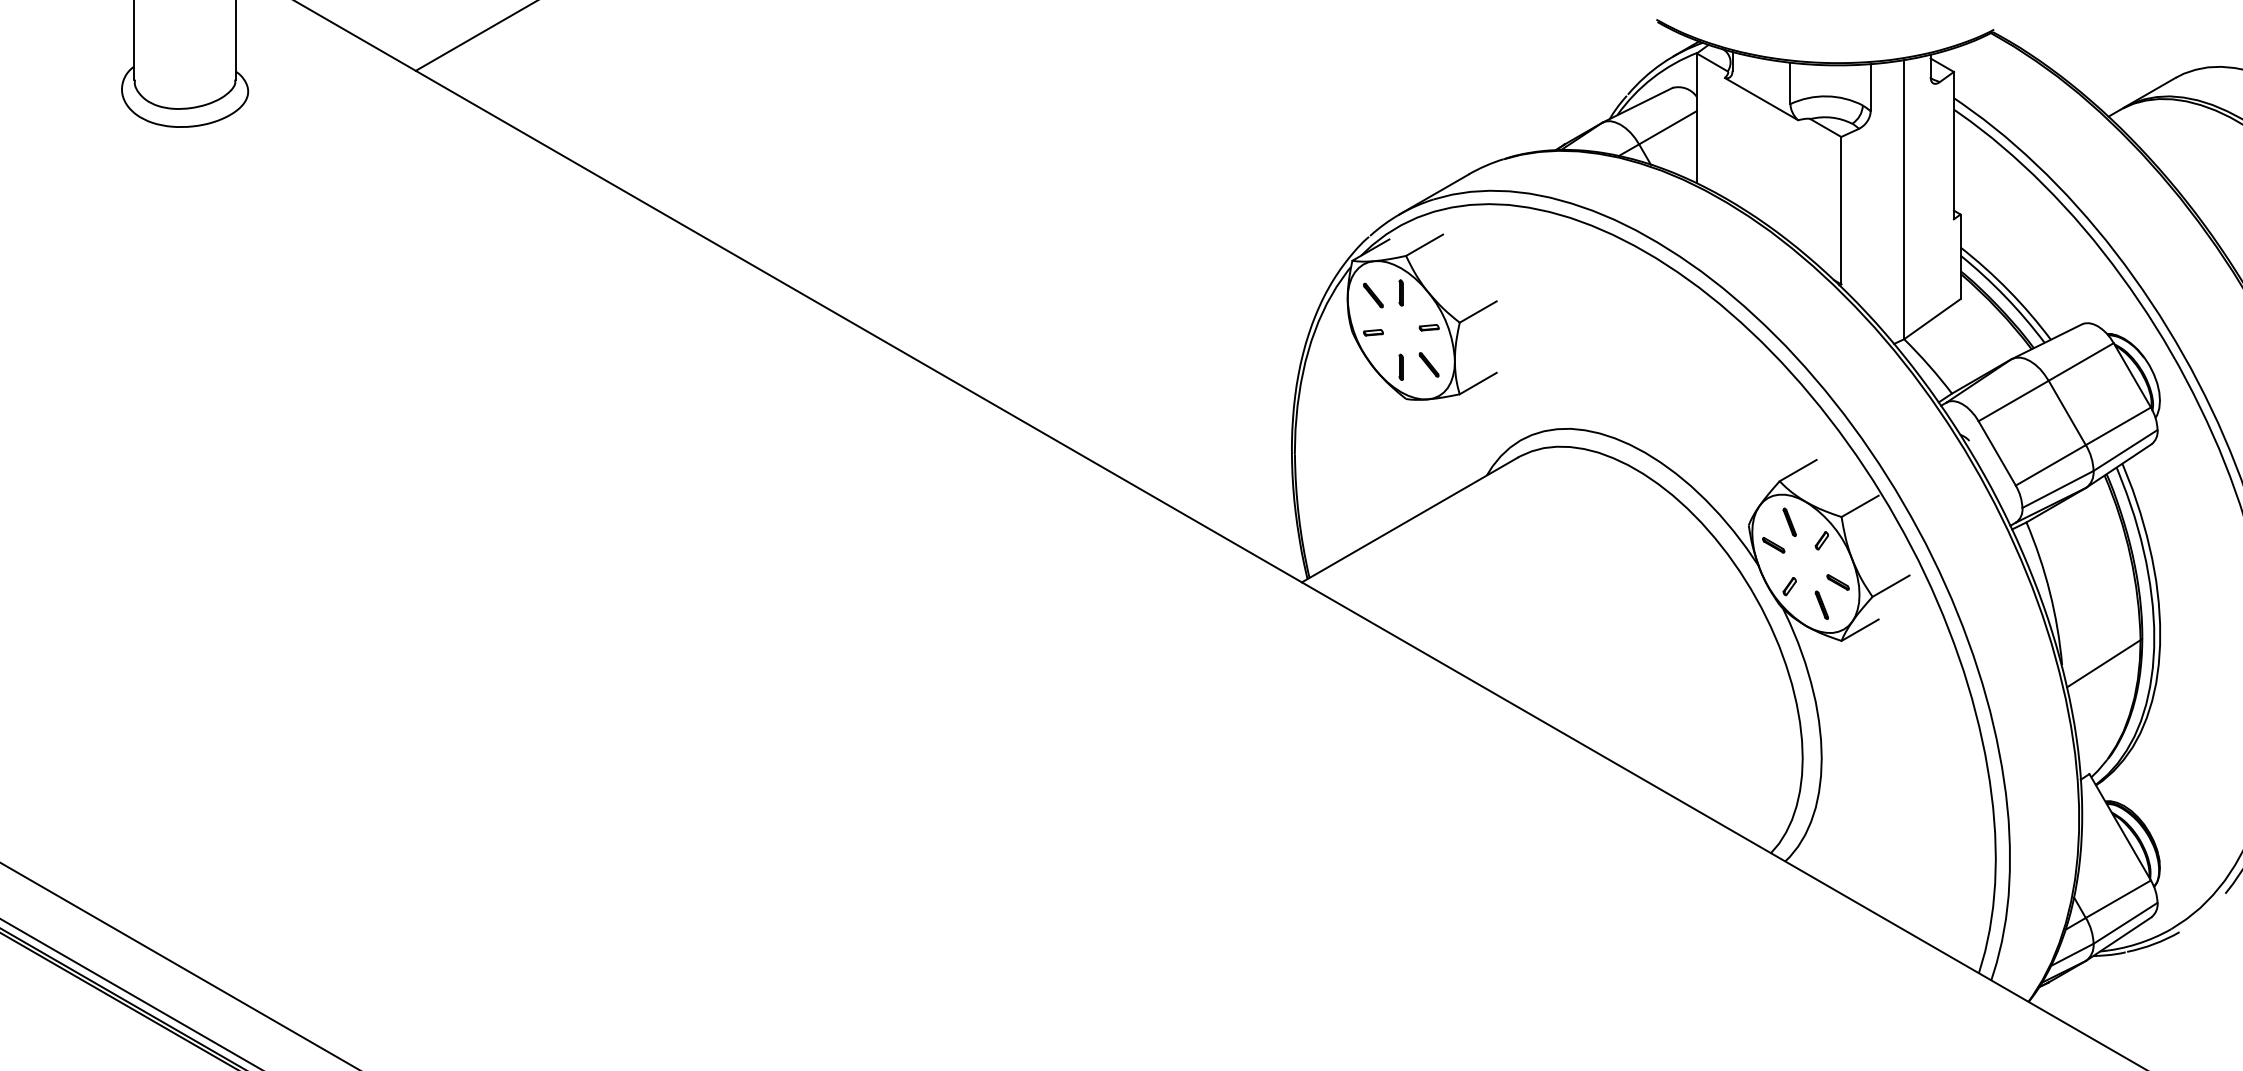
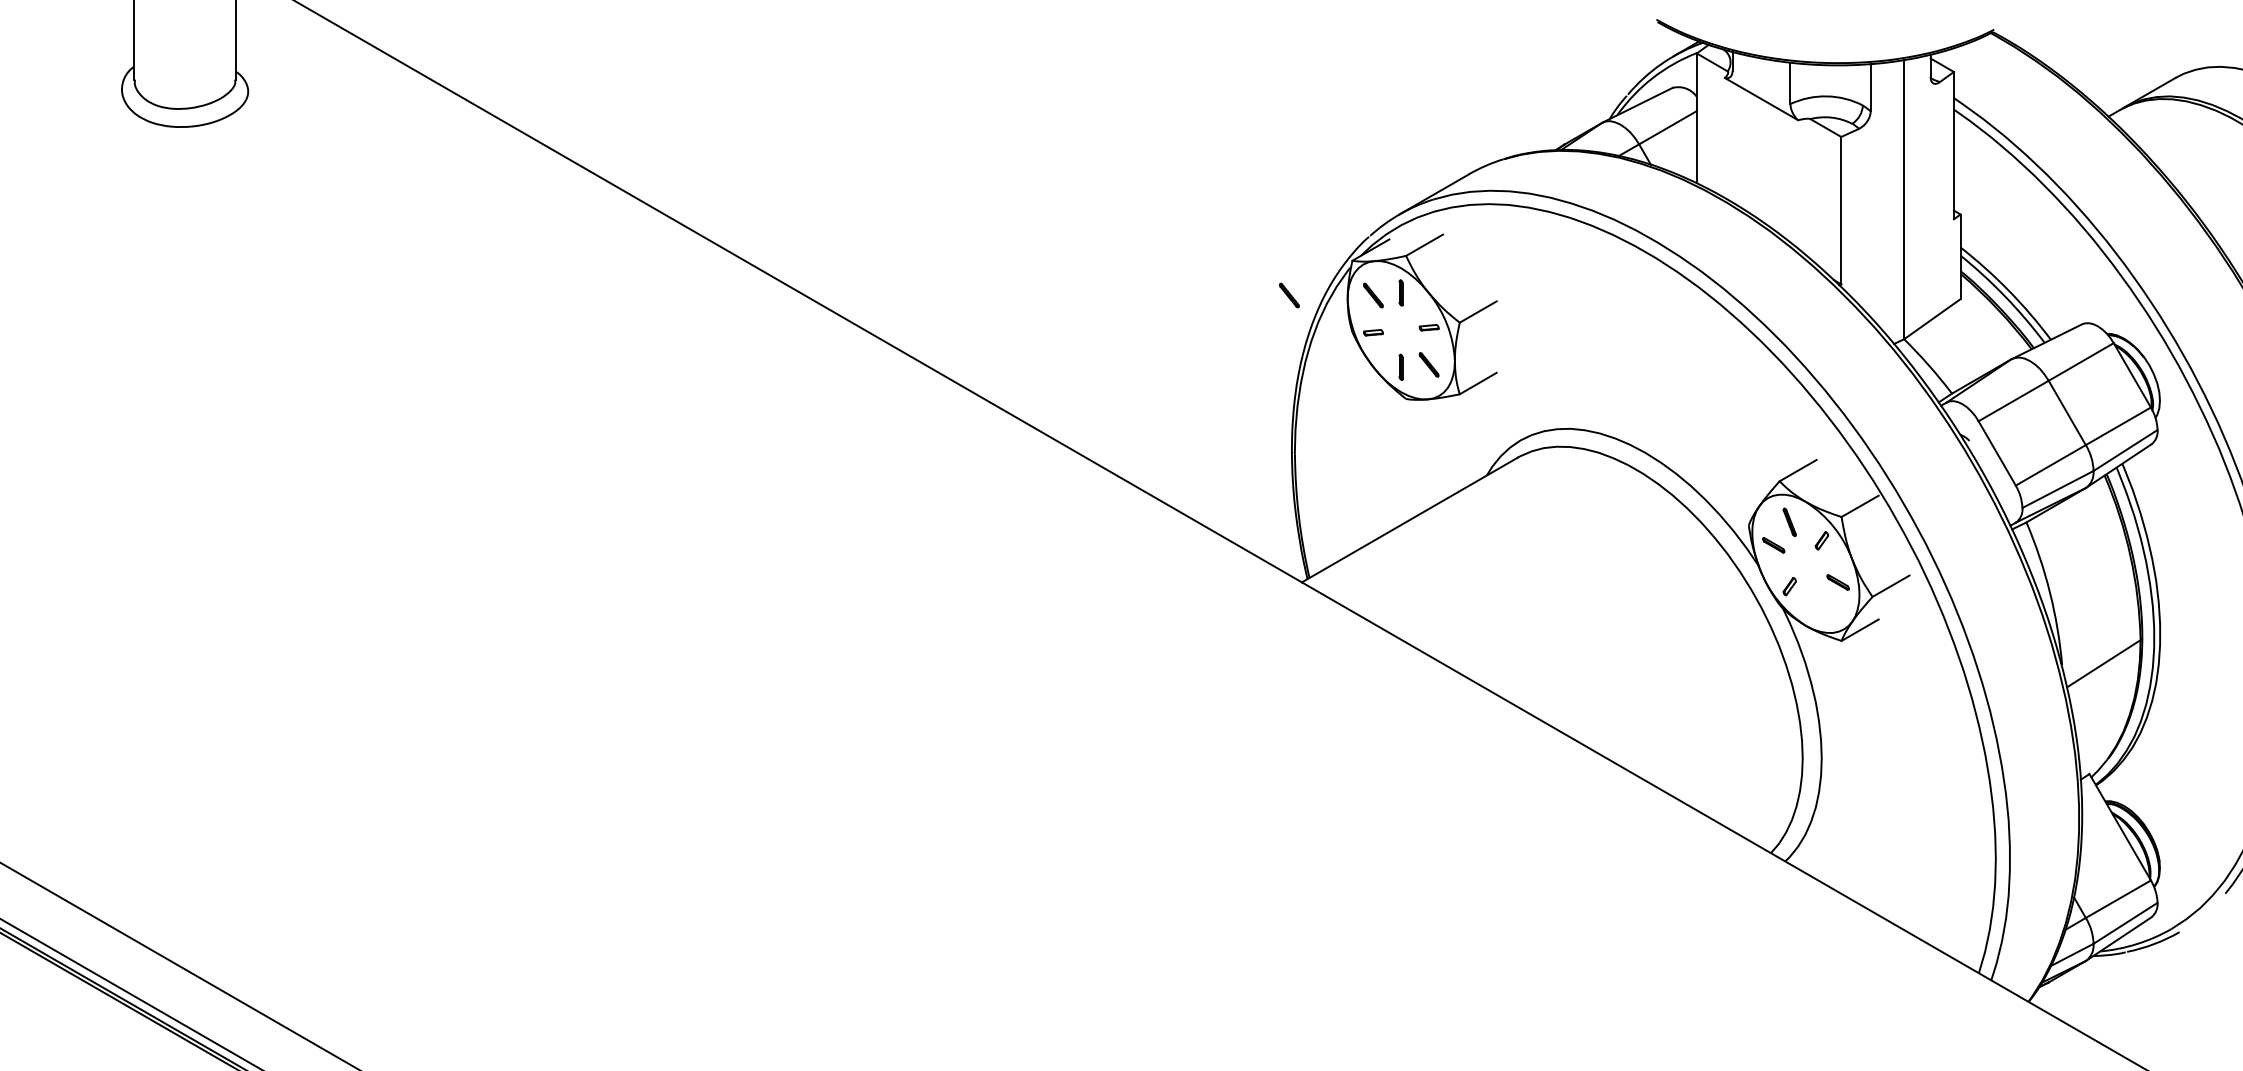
line at (474, 36): present -> none
part at (1289, 295): none -> present
part at (1821, 604): present -> none
